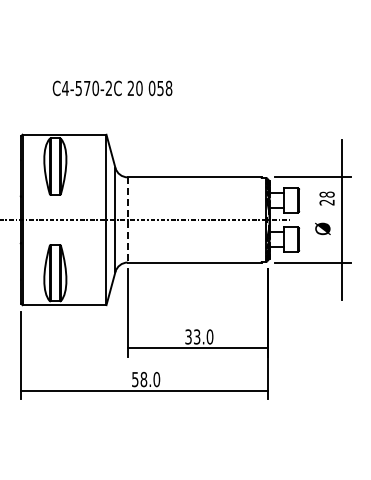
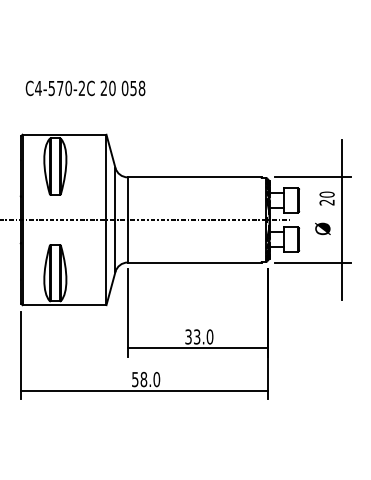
text at (112, 88) position: (112, 88) -> (85, 88)
text at (326, 194): 28 -> 20
line at (127, 219): dashed -> solid
